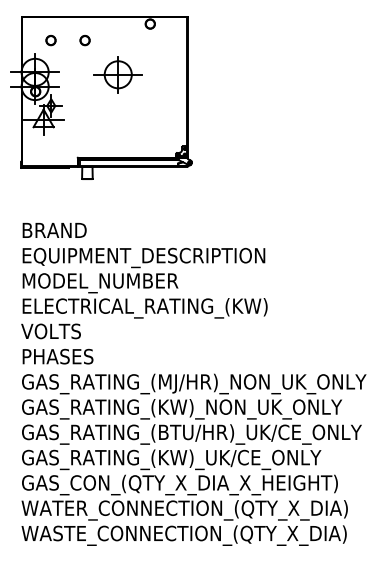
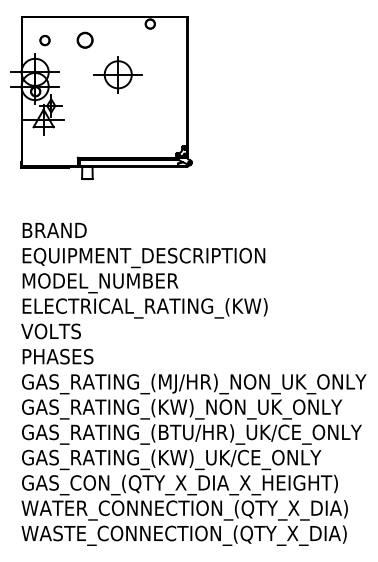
part at (50, 40) position: (50, 40) -> (44, 40)
part at (84, 40) size: 12x12 px -> 18x18 px
